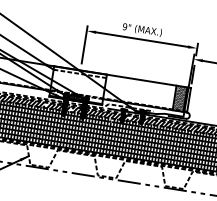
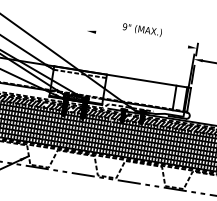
line at (142, 39): present -> none
line at (84, 44): present -> none
hatch at (179, 98): present -> none
